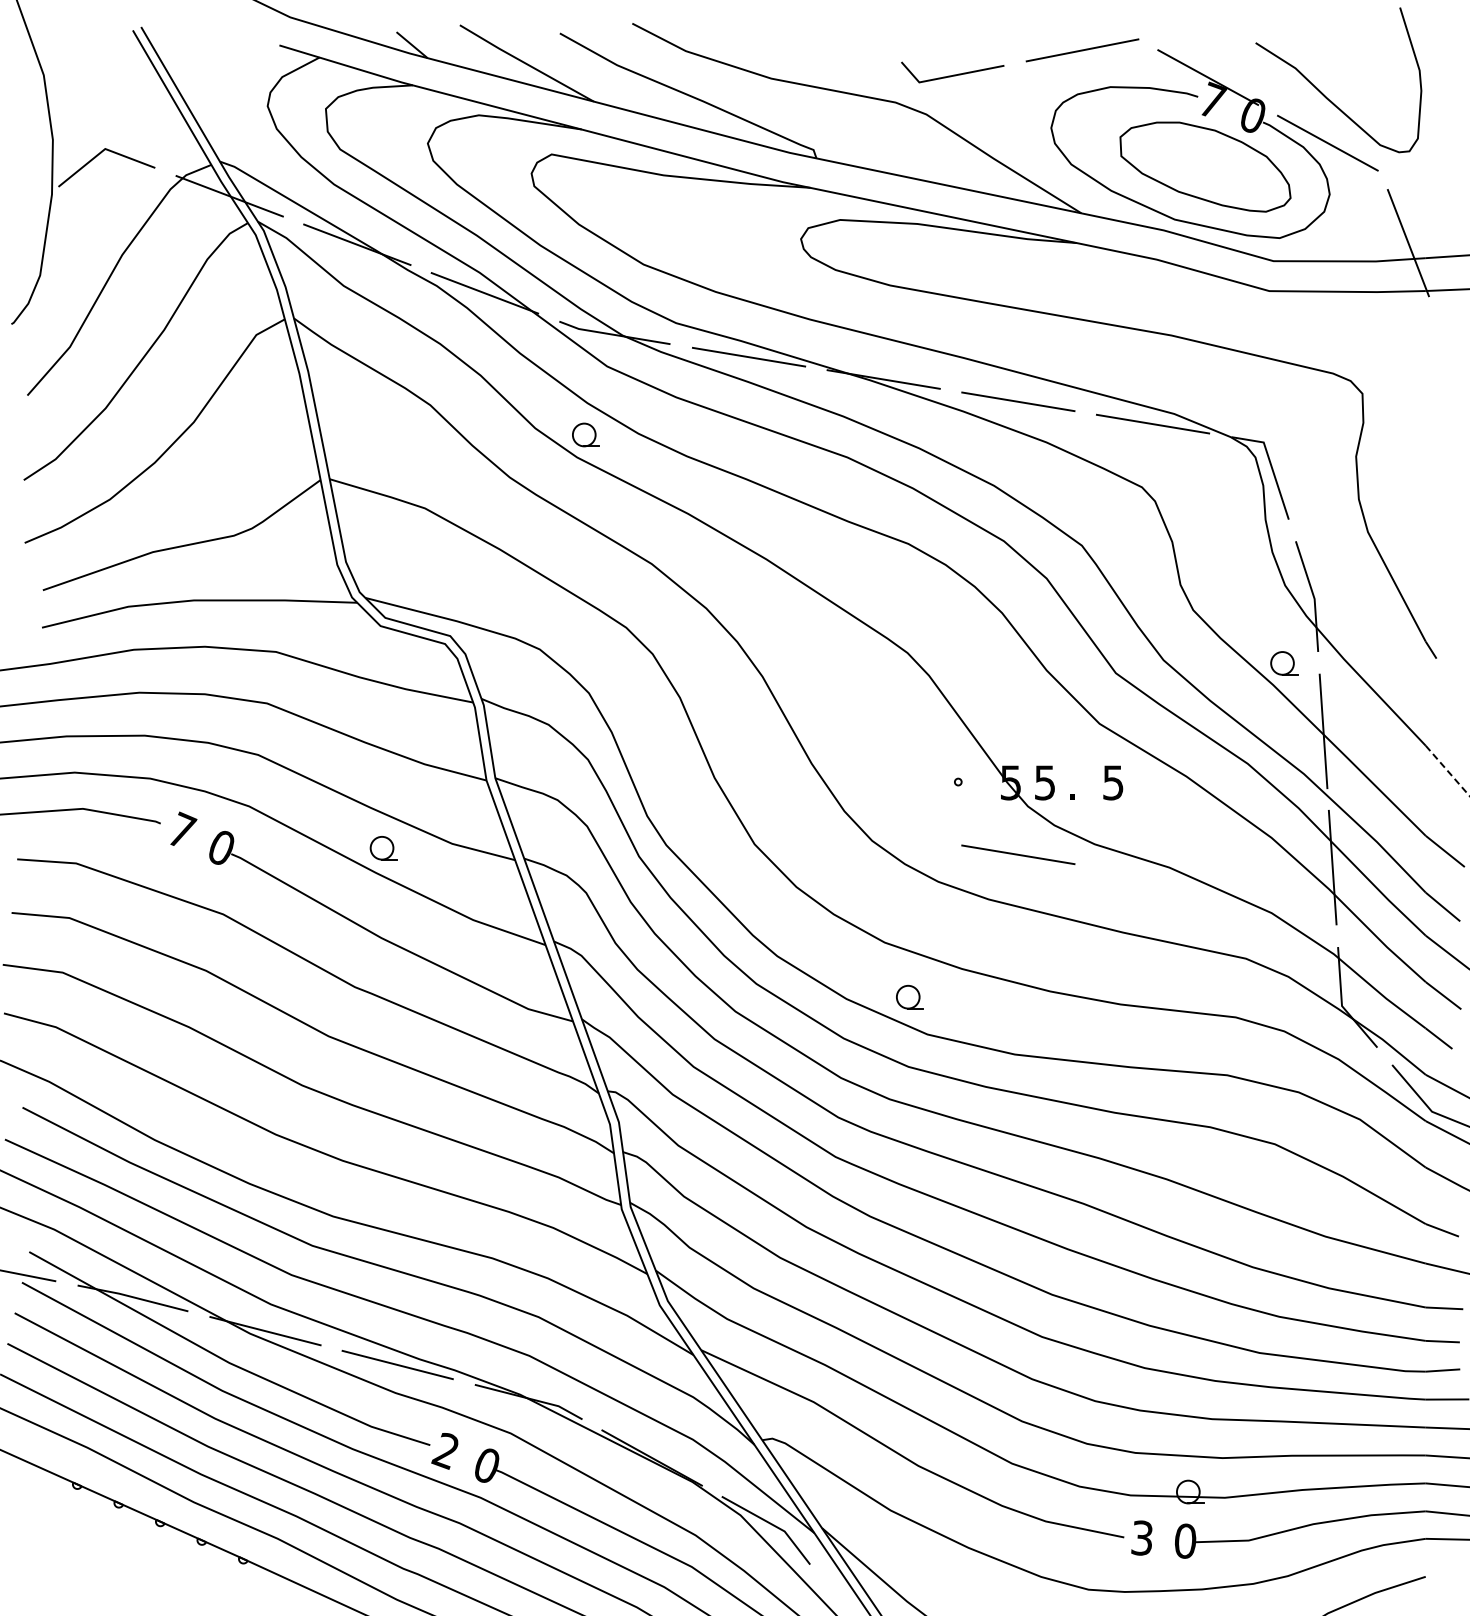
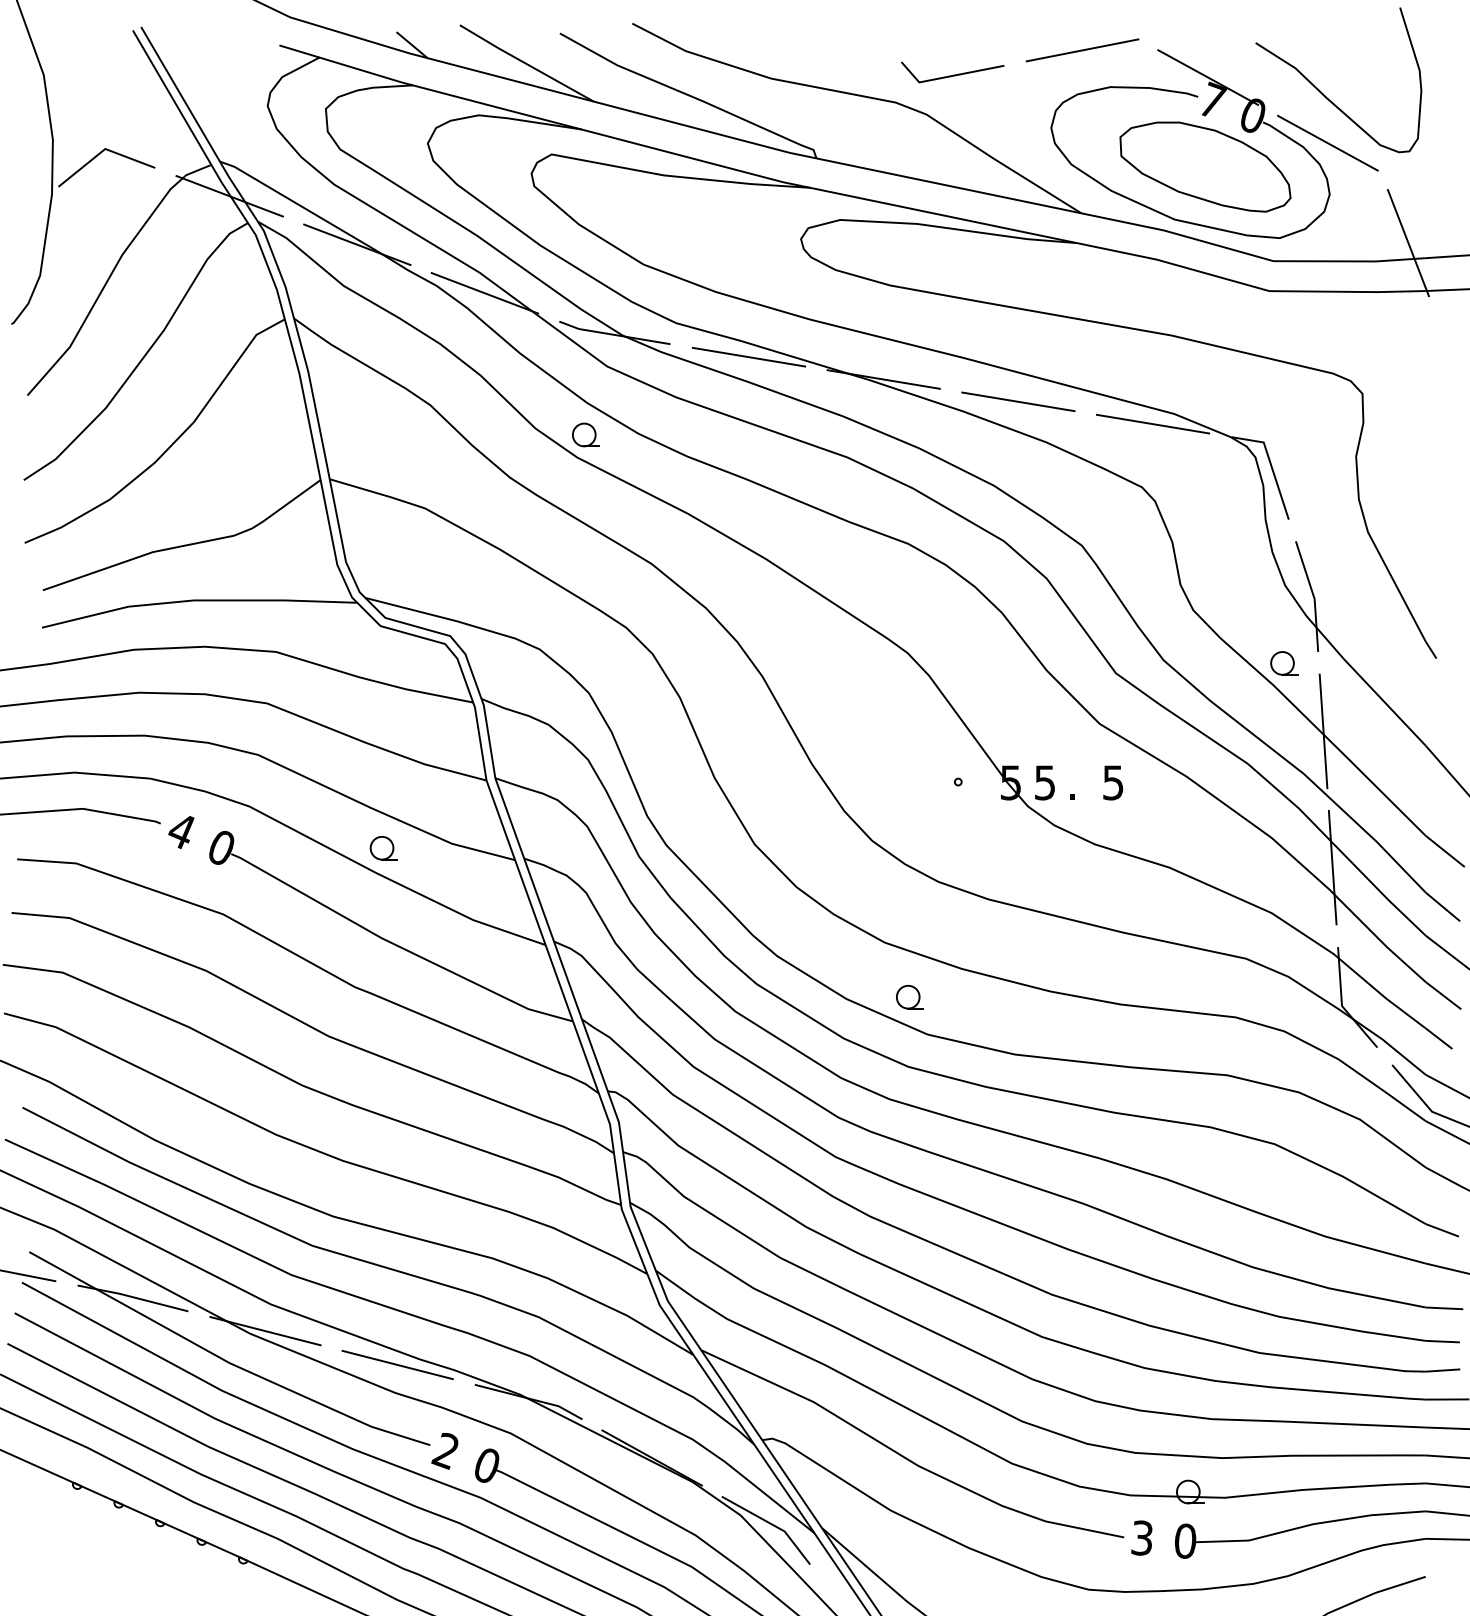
line at (1447, 771): dashed -> solid
text at (182, 830): 7 -> 4
line at (1018, 854): present -> none
